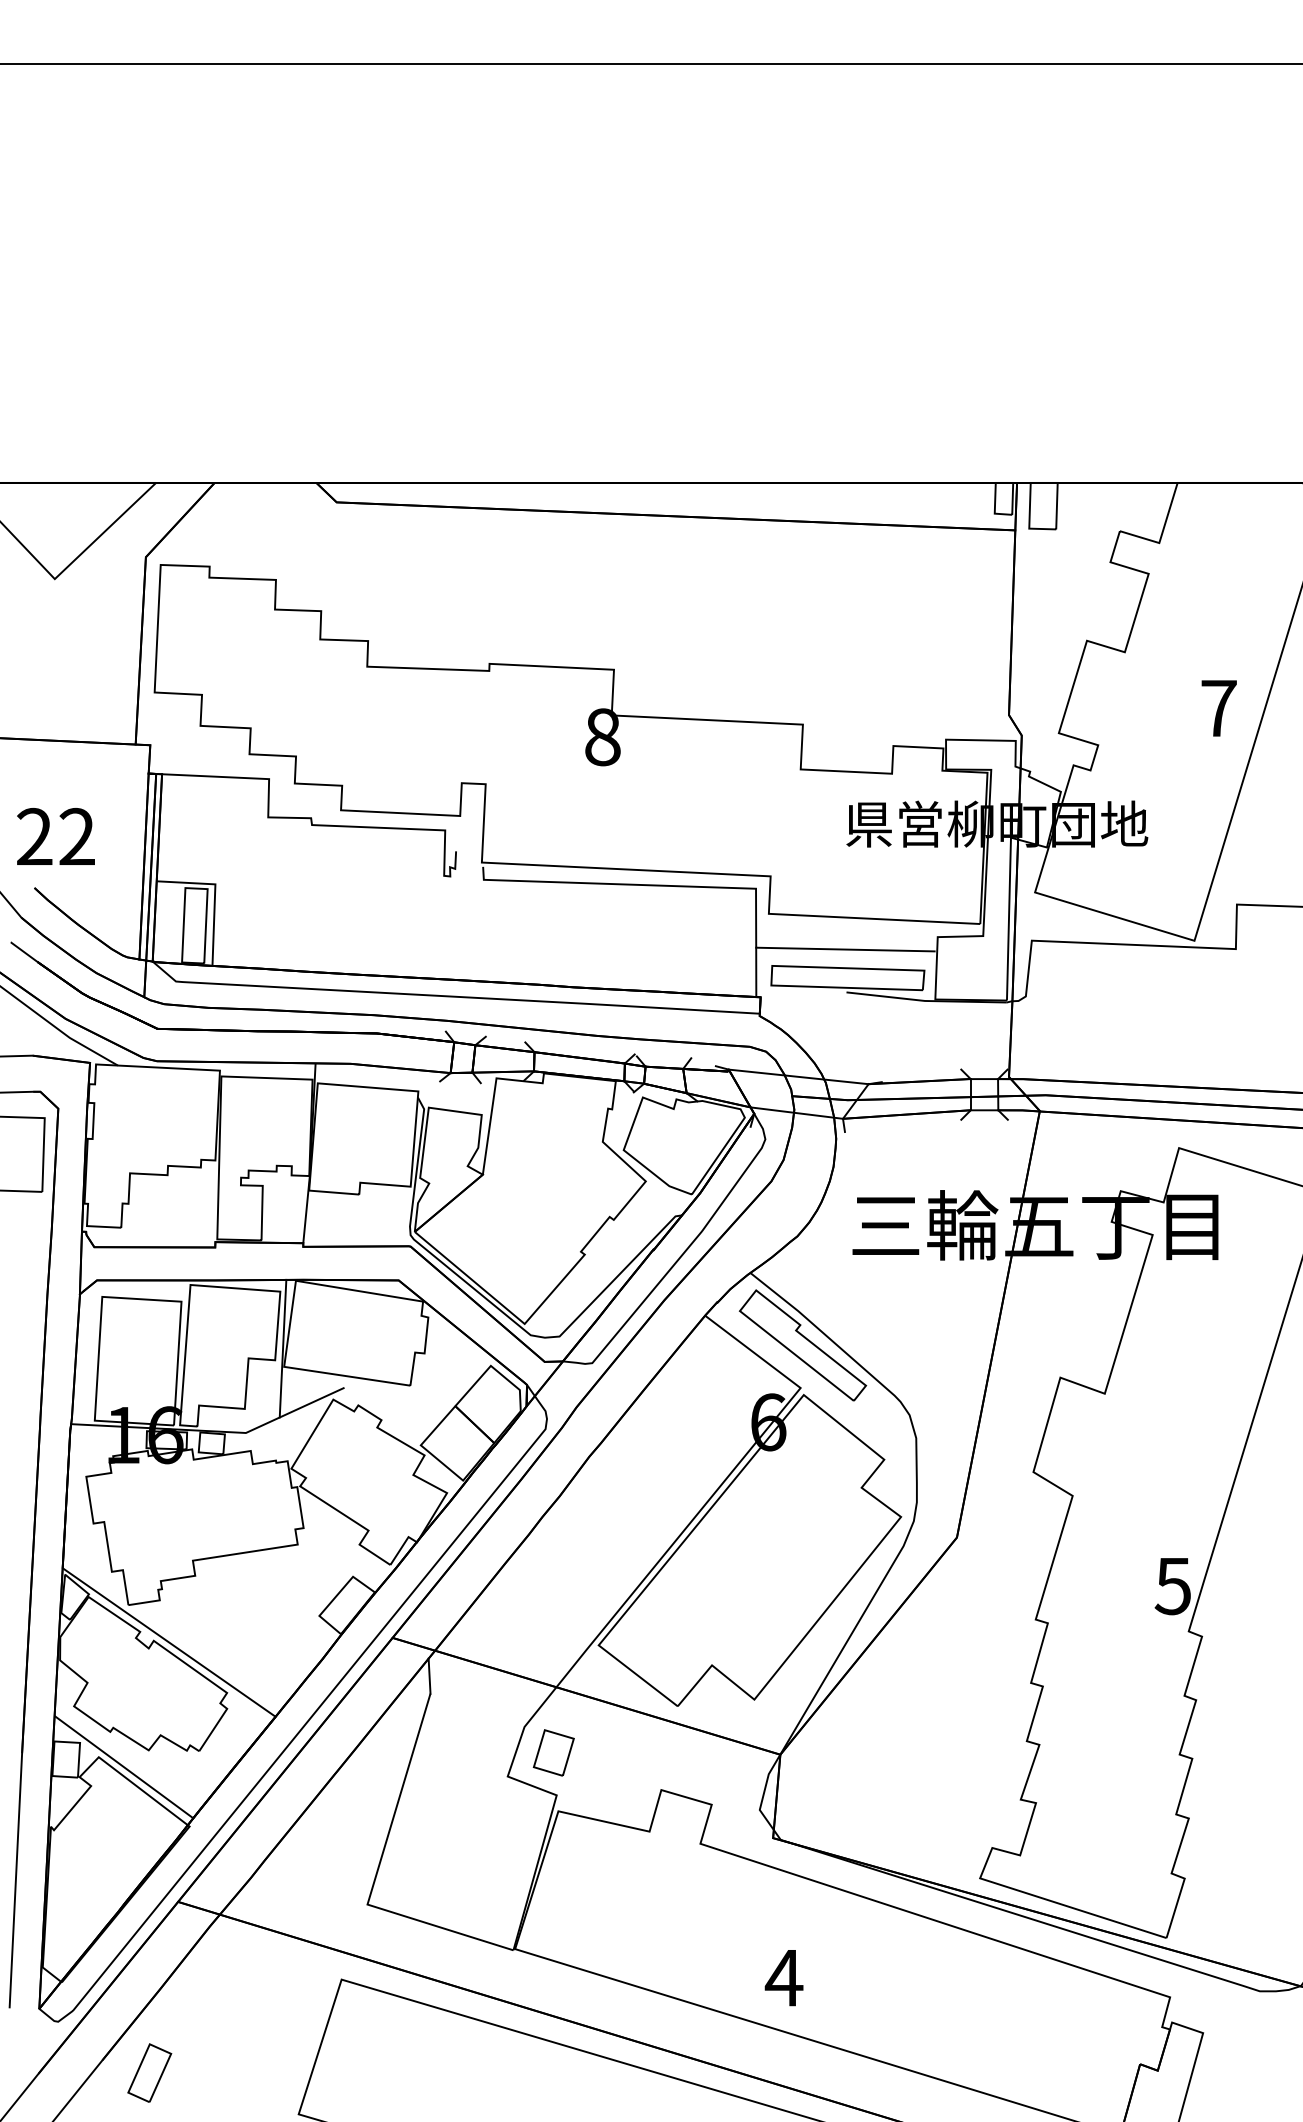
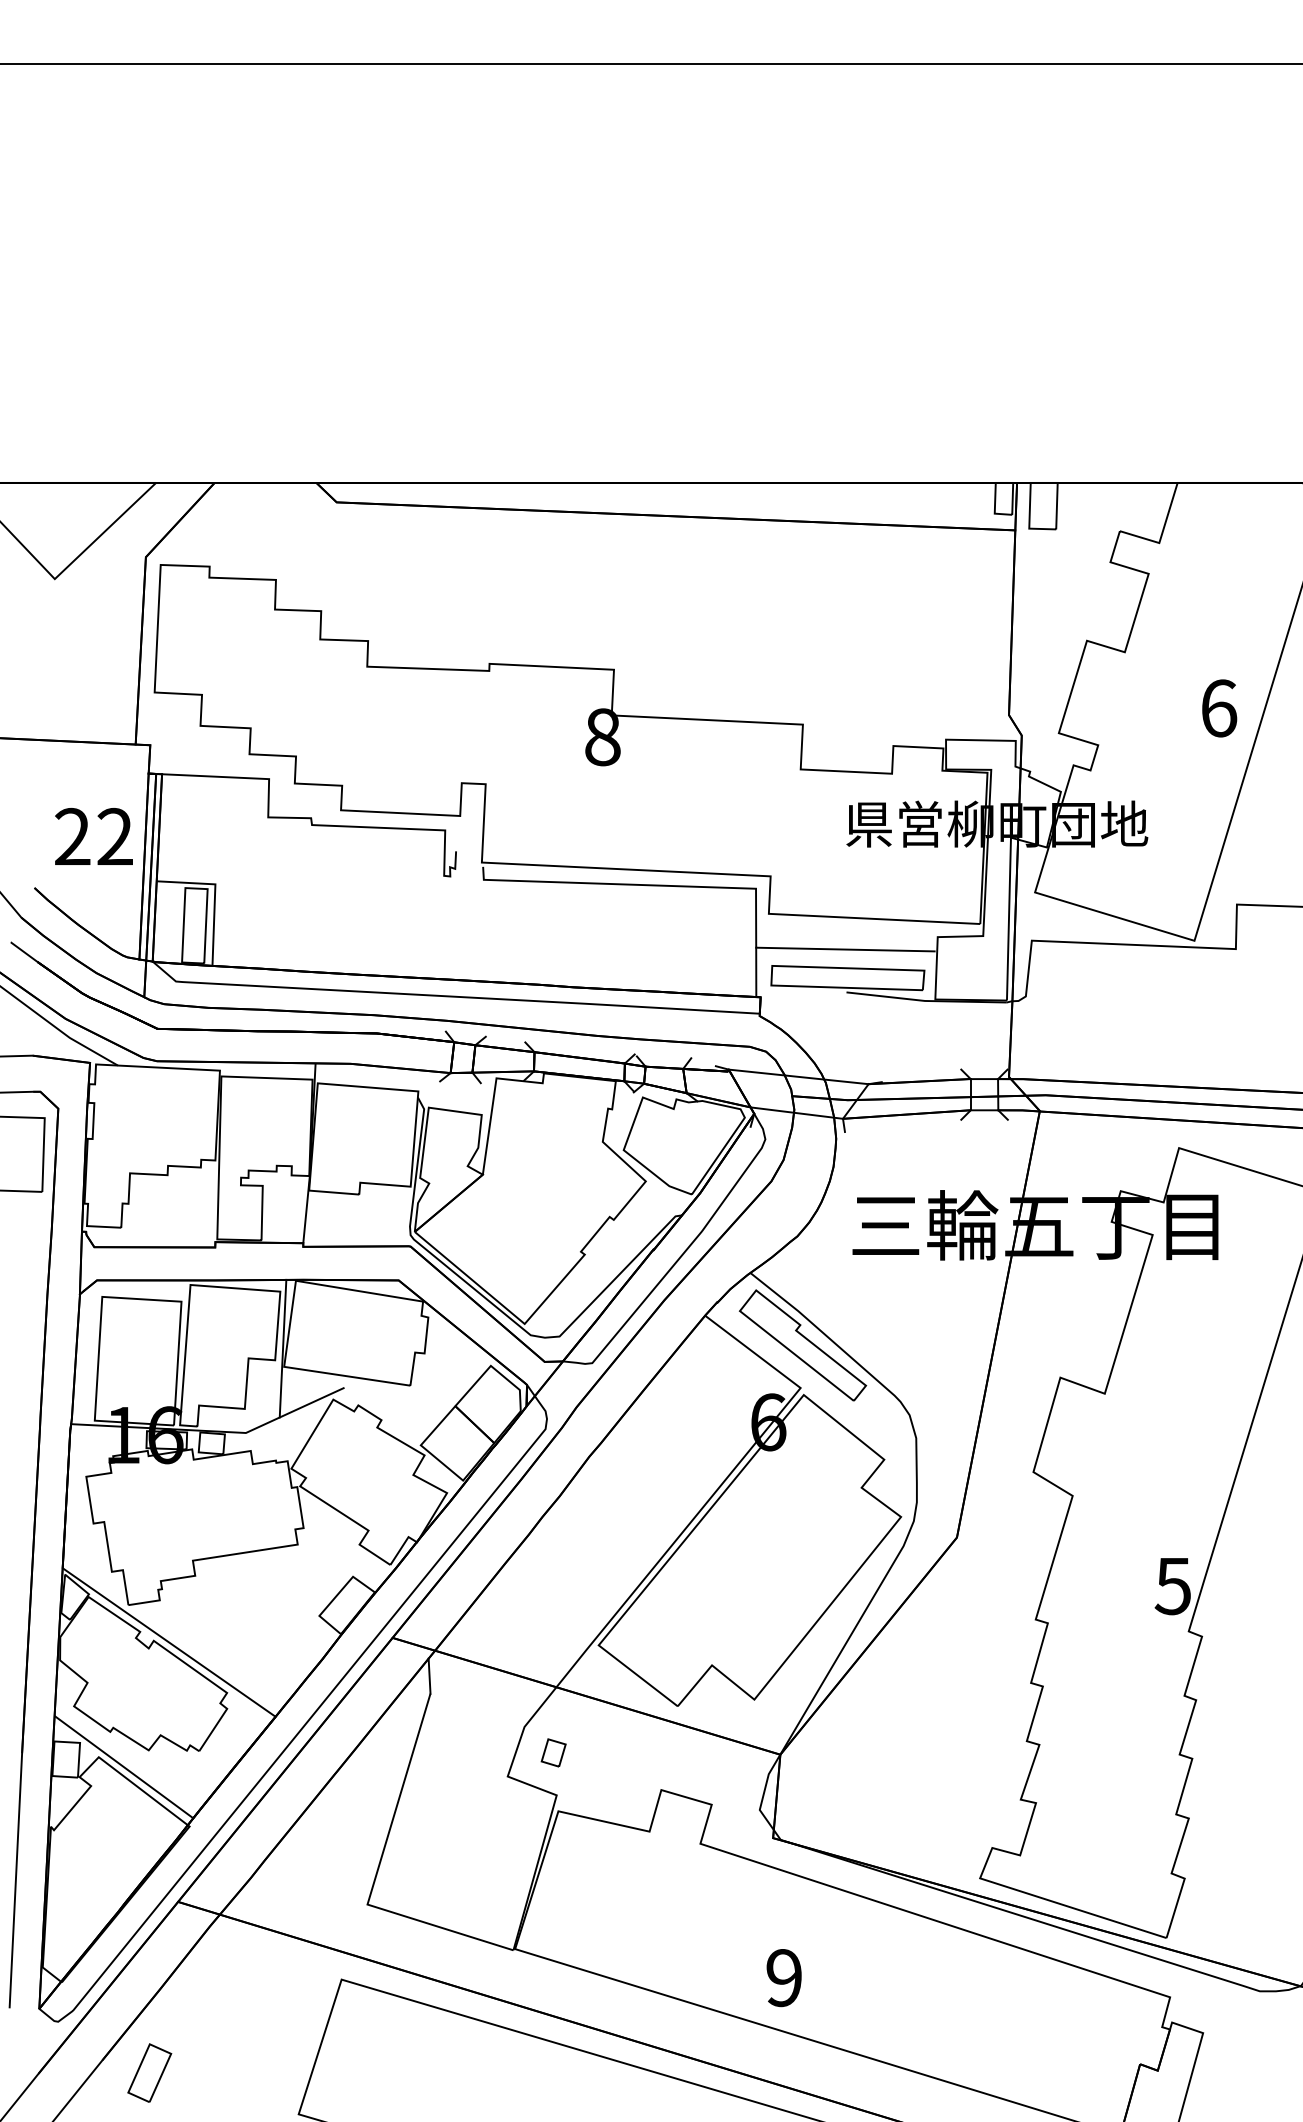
text at (1219, 708): 7 -> 6
text at (55, 836) position: (55, 836) -> (93, 836)
part at (553, 1752) size: 43x48 px -> 27x30 px
text at (783, 1978): 4 -> 9
